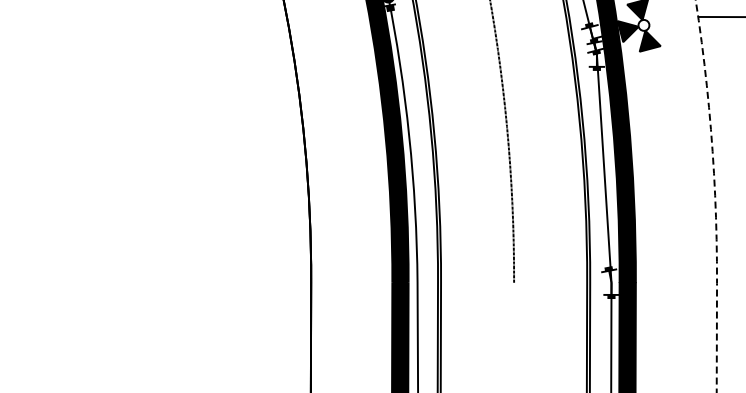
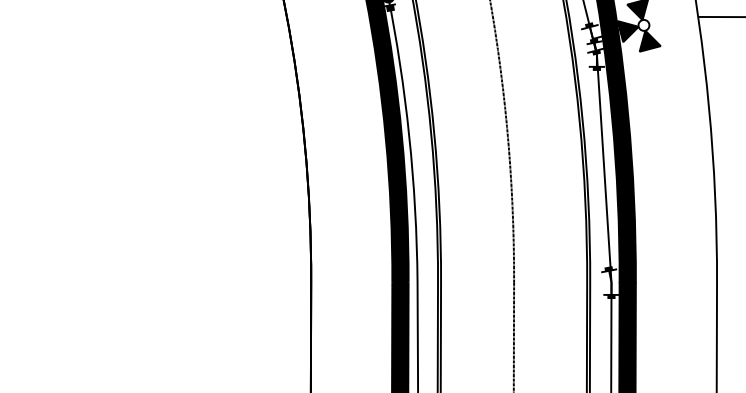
line at (715, 195): dashed -> solid
line at (513, 335): none -> present
